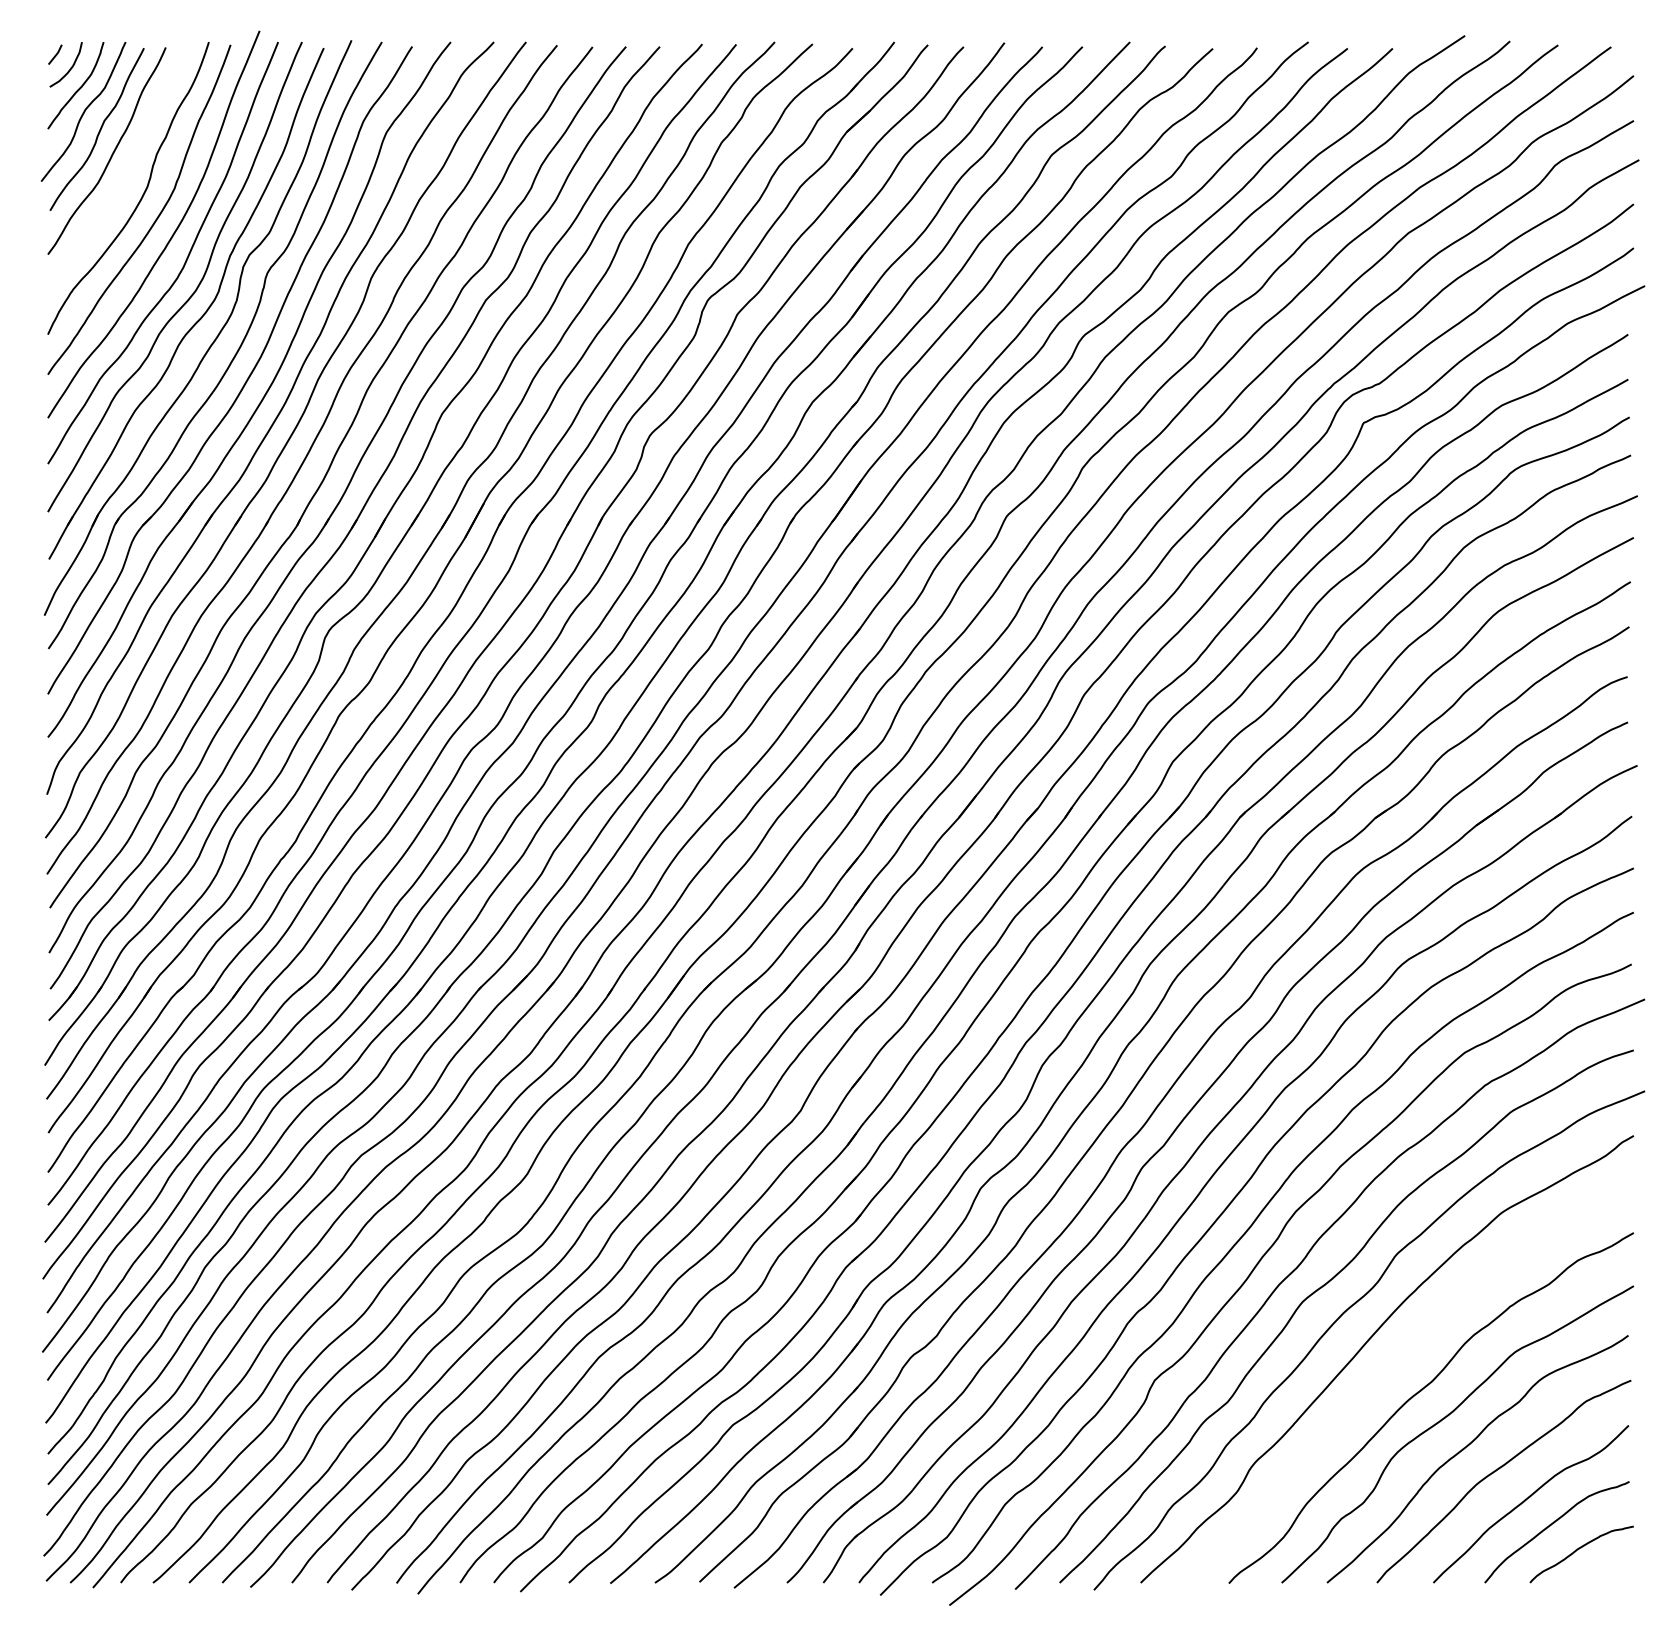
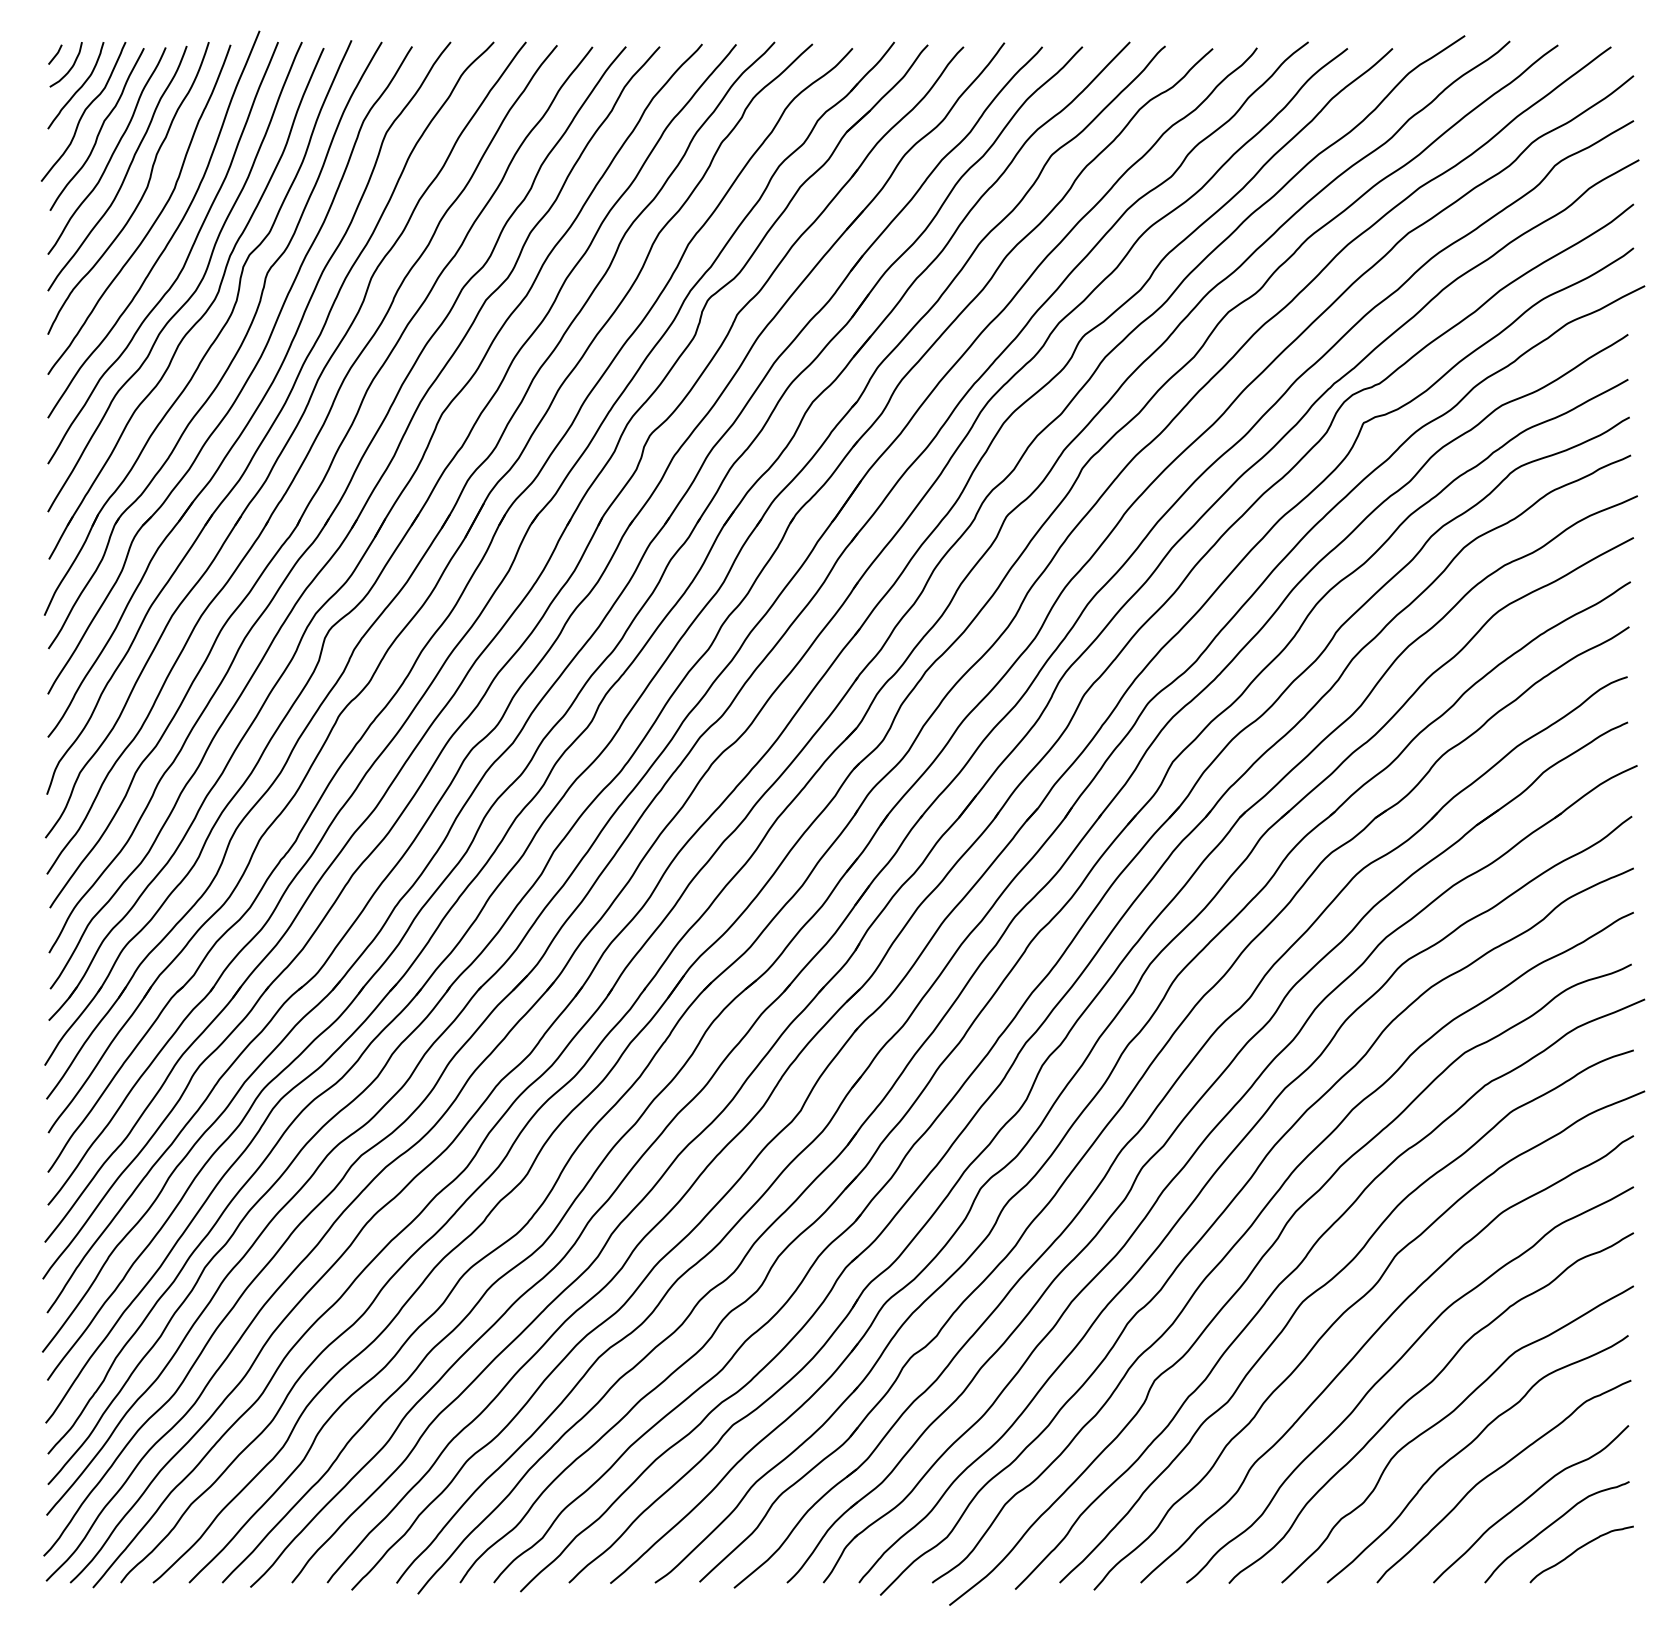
curve at (125, 173): none -> present
curve at (1393, 1367): none -> present
